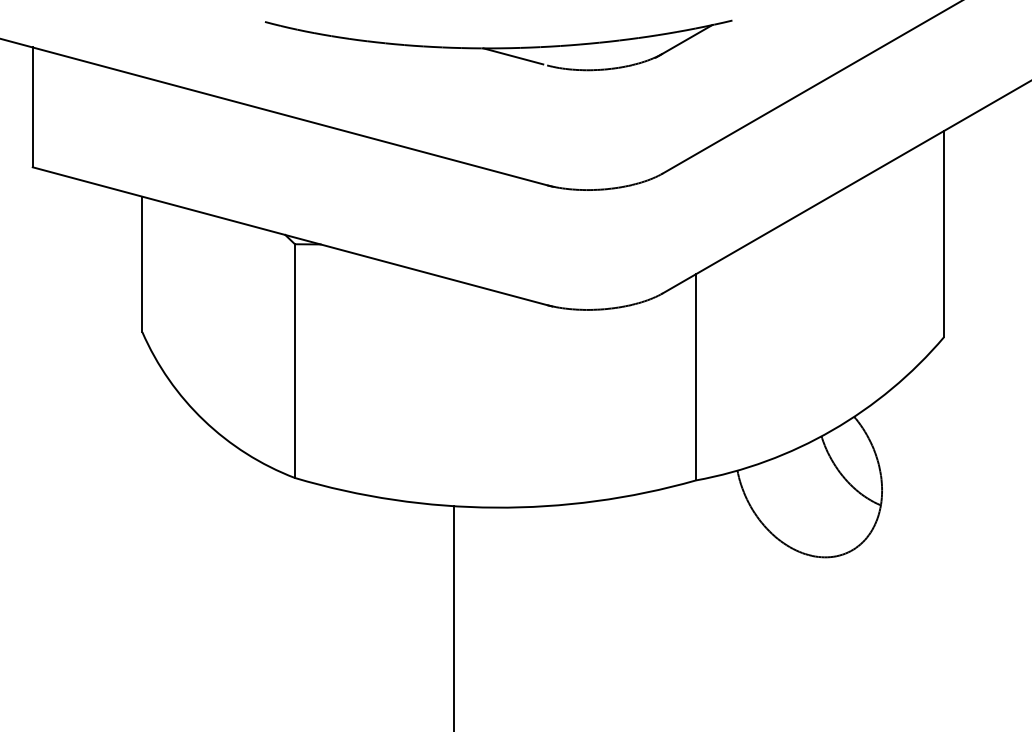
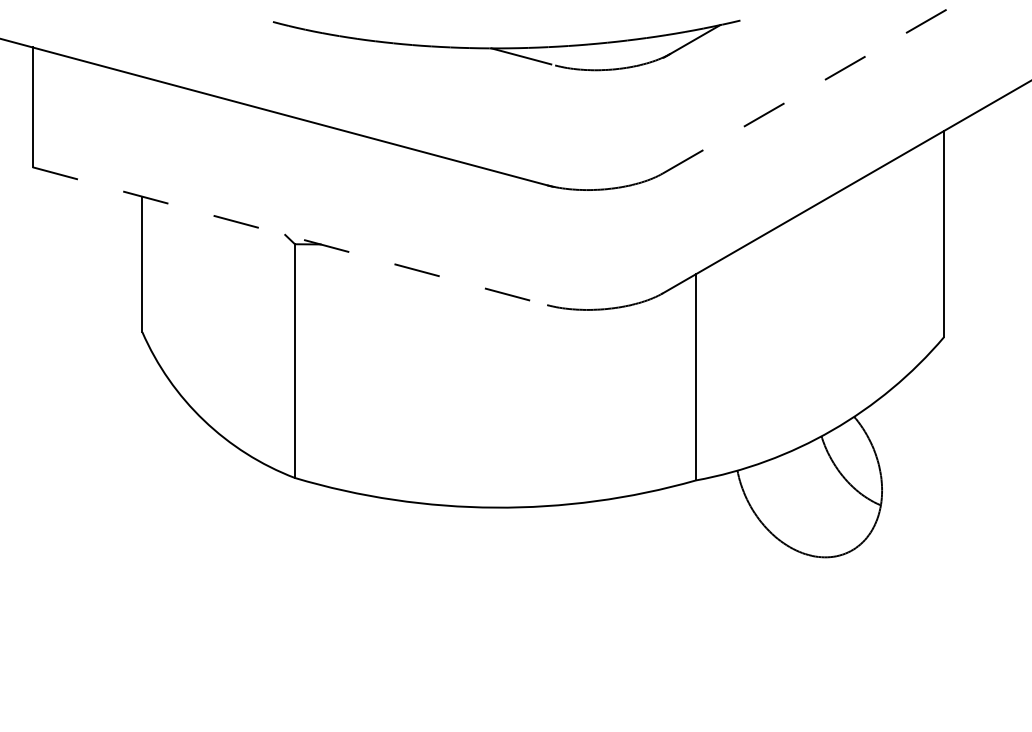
part at (498, 45) position: (498, 45) -> (506, 45)
line at (813, 86): solid -> dashed
line at (292, 236): solid -> dashed
line at (453, 617): present -> none
